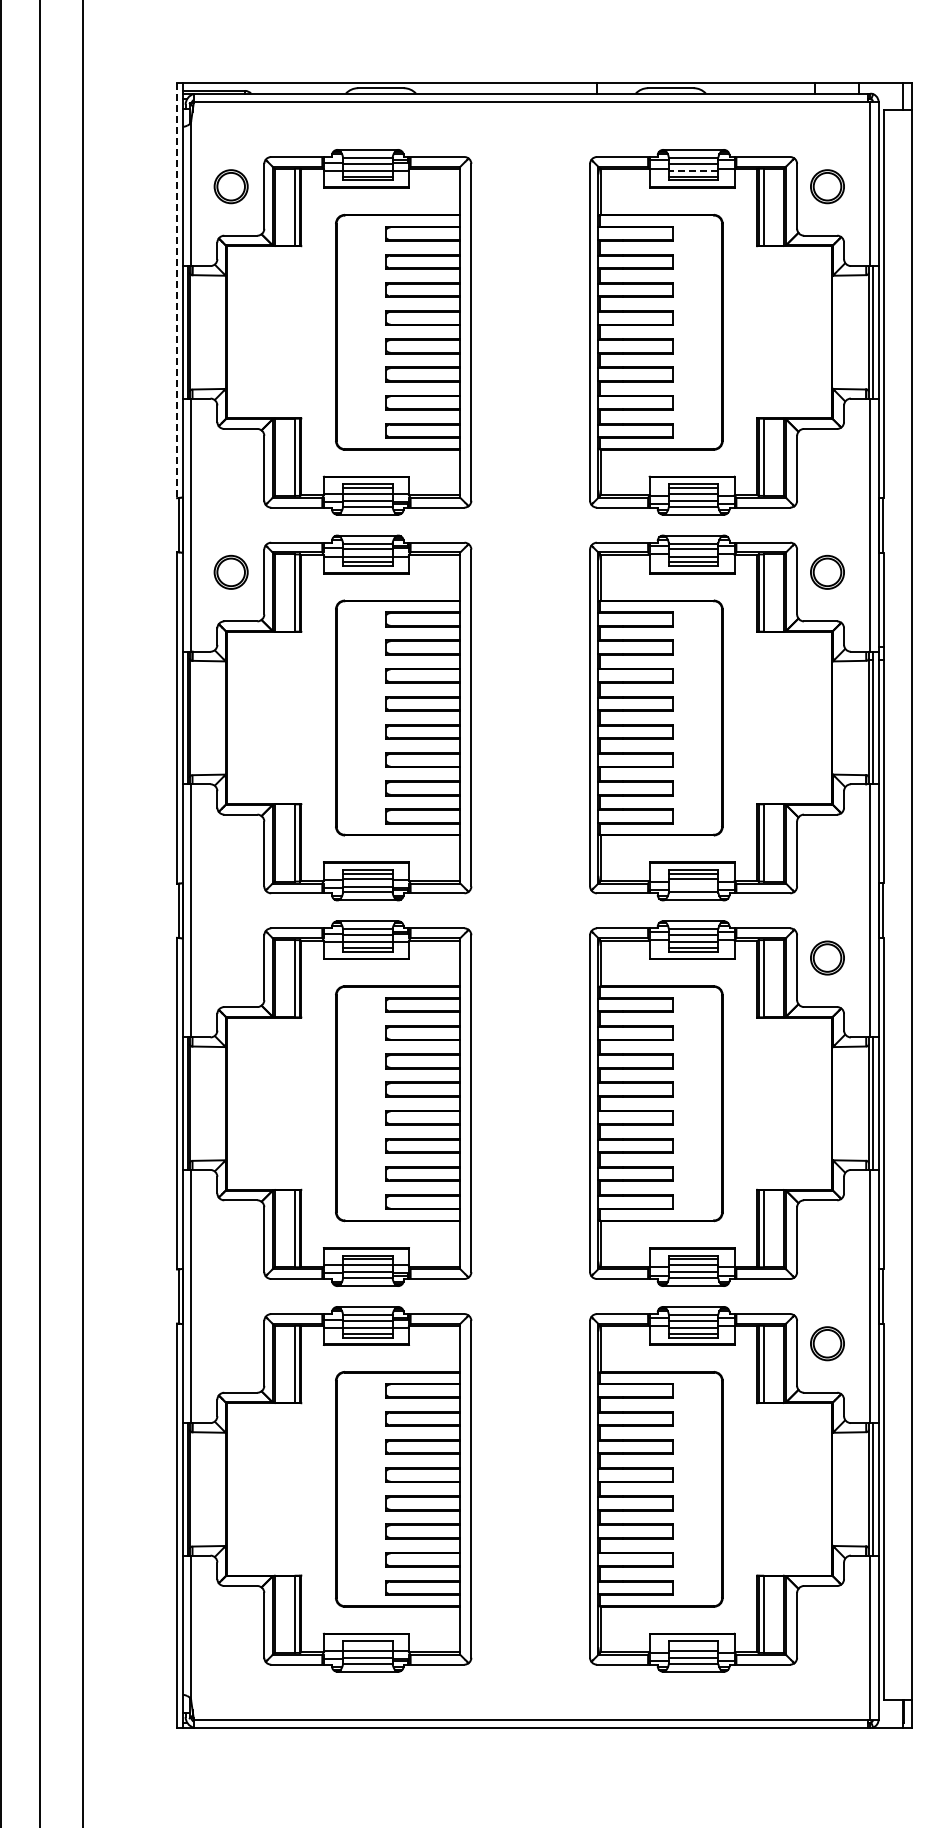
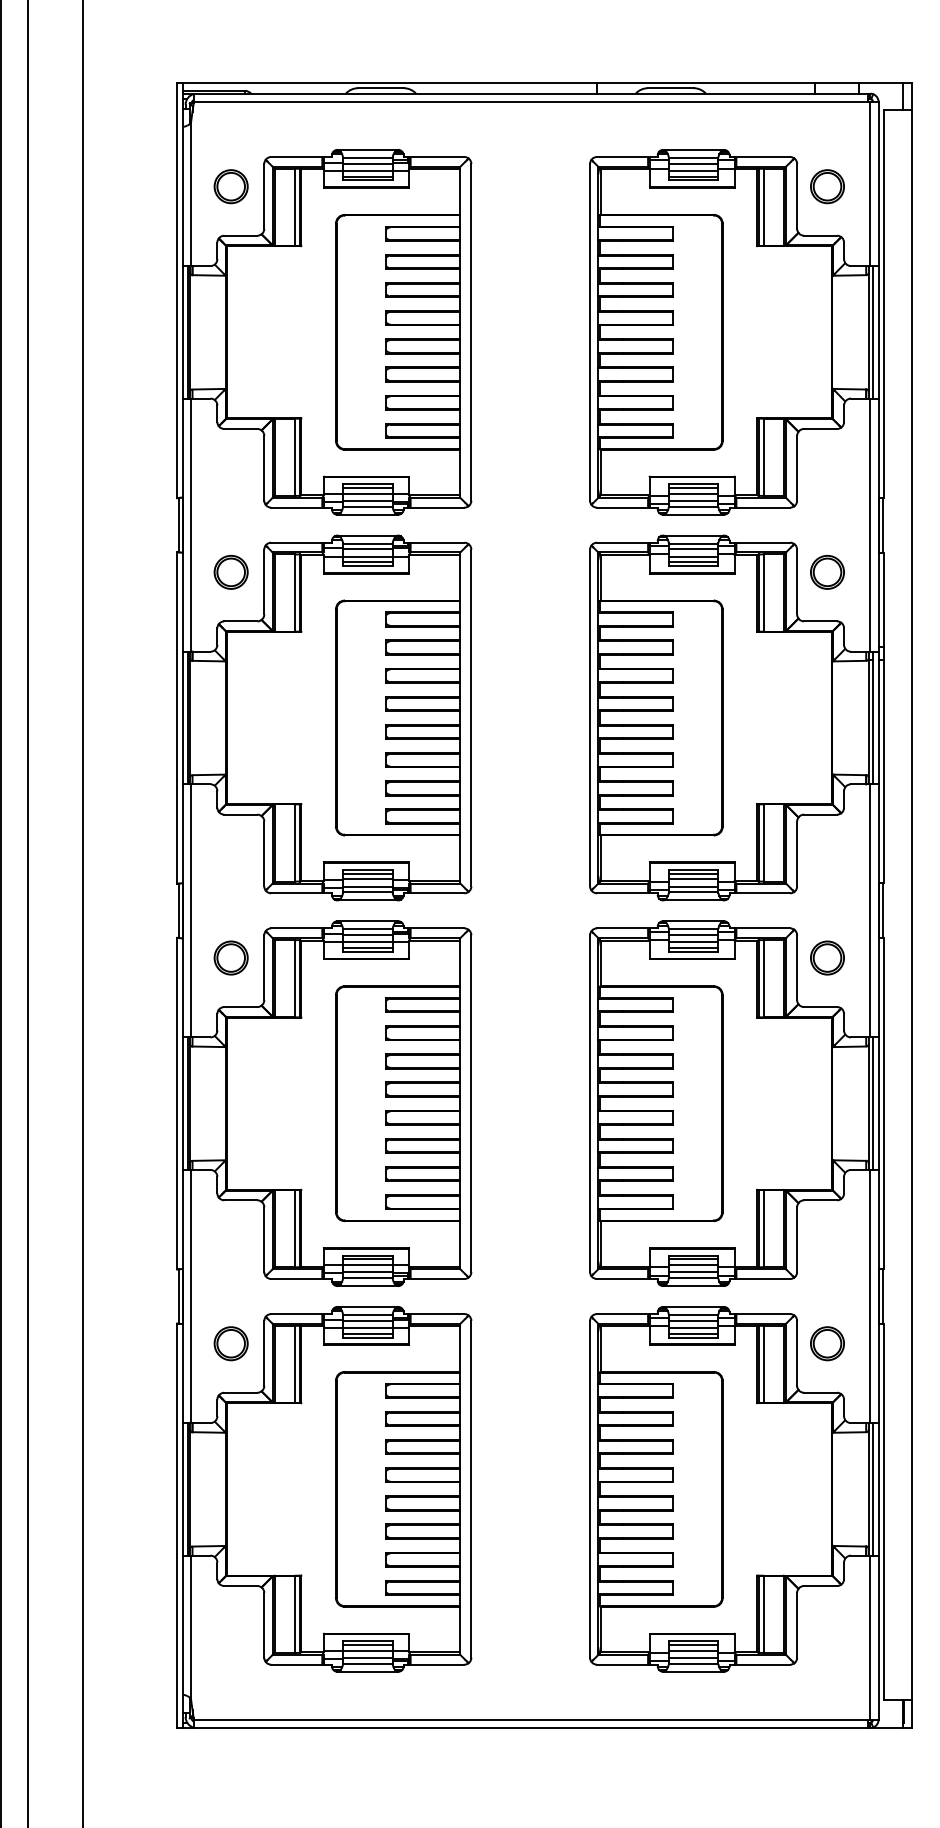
line at (693, 170): dashed -> solid
line at (177, 290): dashed -> solid
line at (693, 886): none -> present
line at (40, 913) position: (40, 913) -> (28, 913)
part at (230, 957): none -> present
part at (230, 1343): none -> present
line at (367, 1645): none -> present
line at (693, 1645): none -> present
